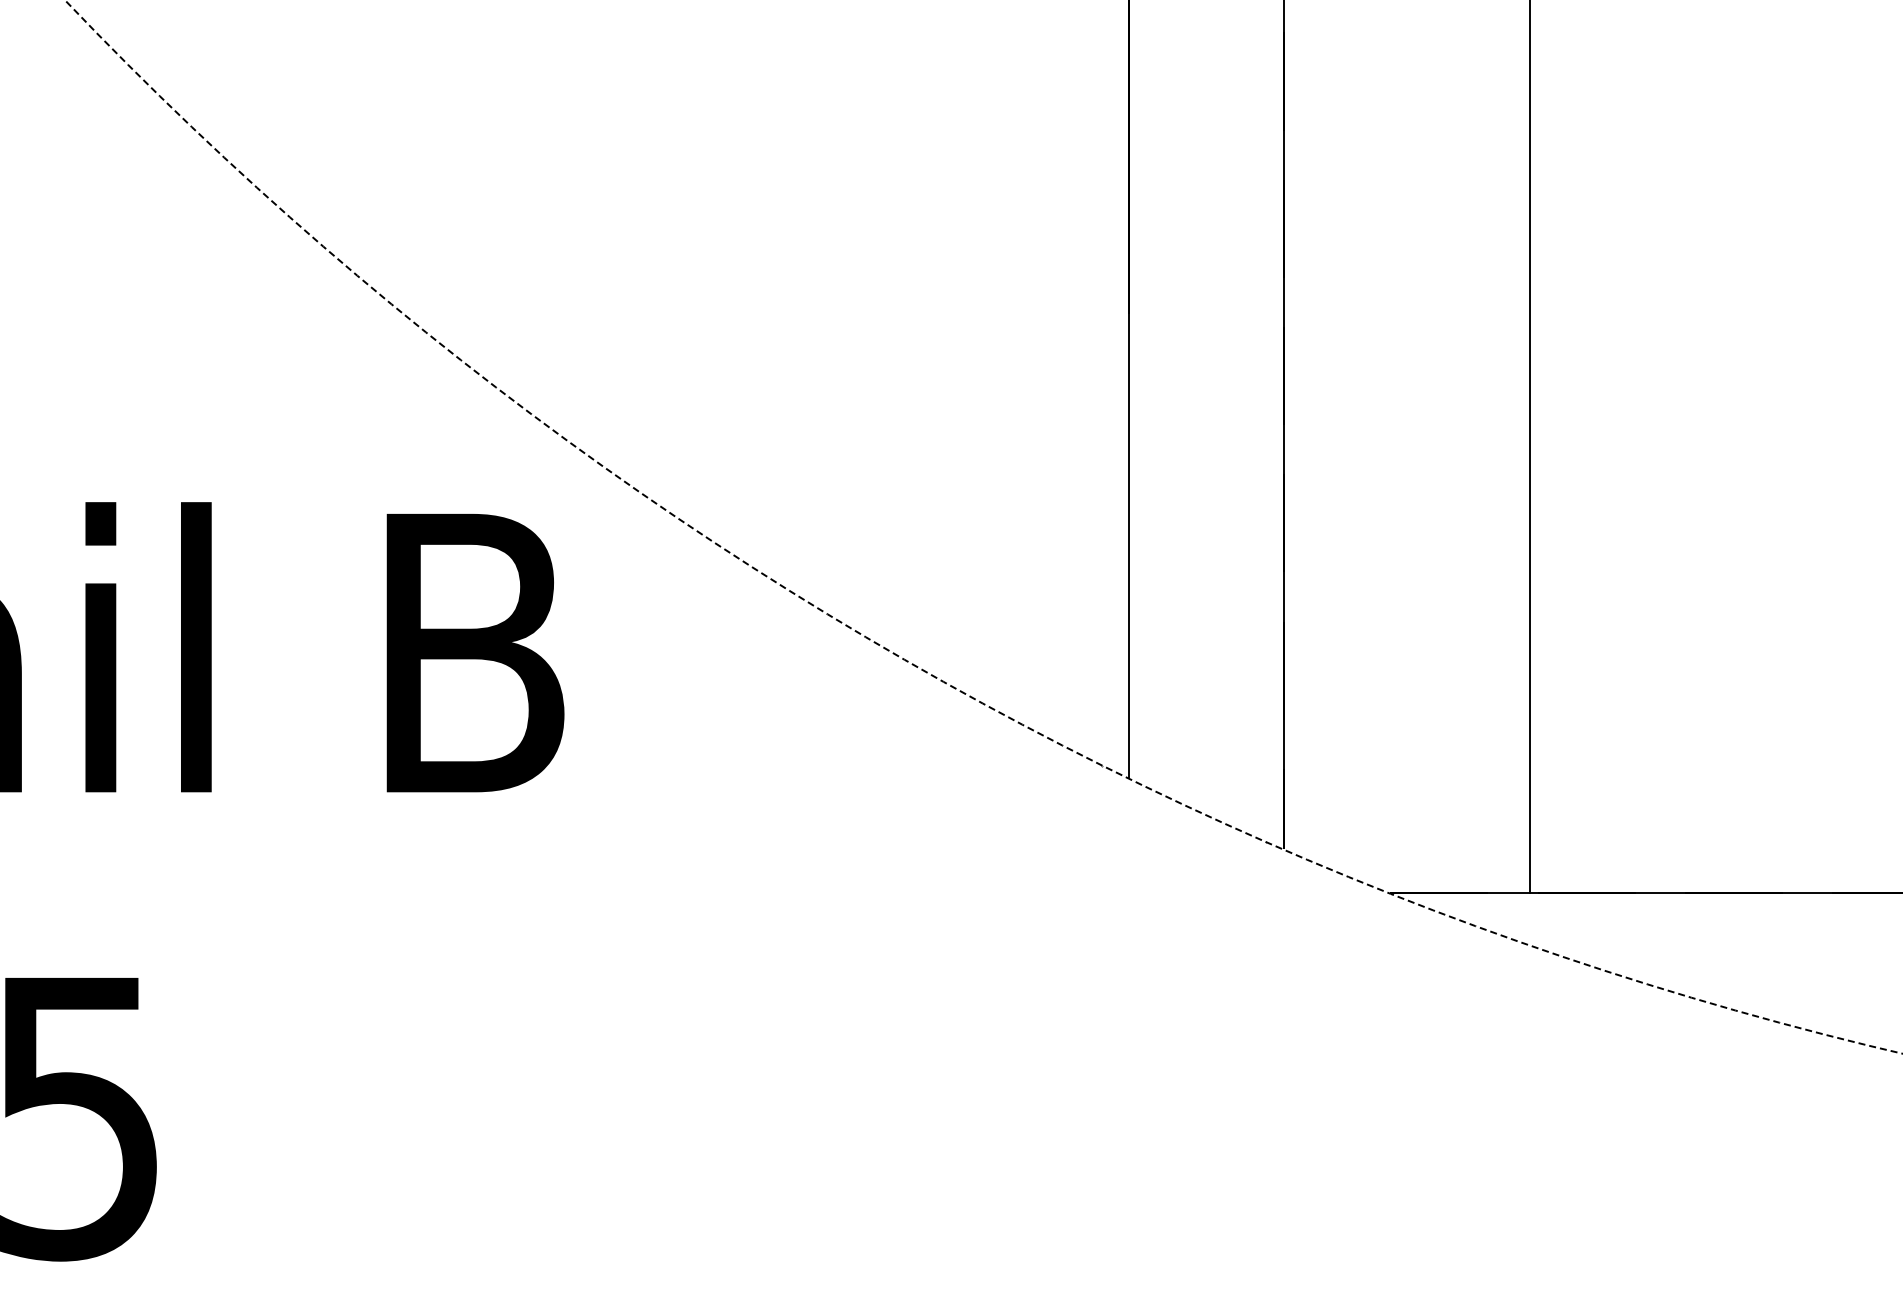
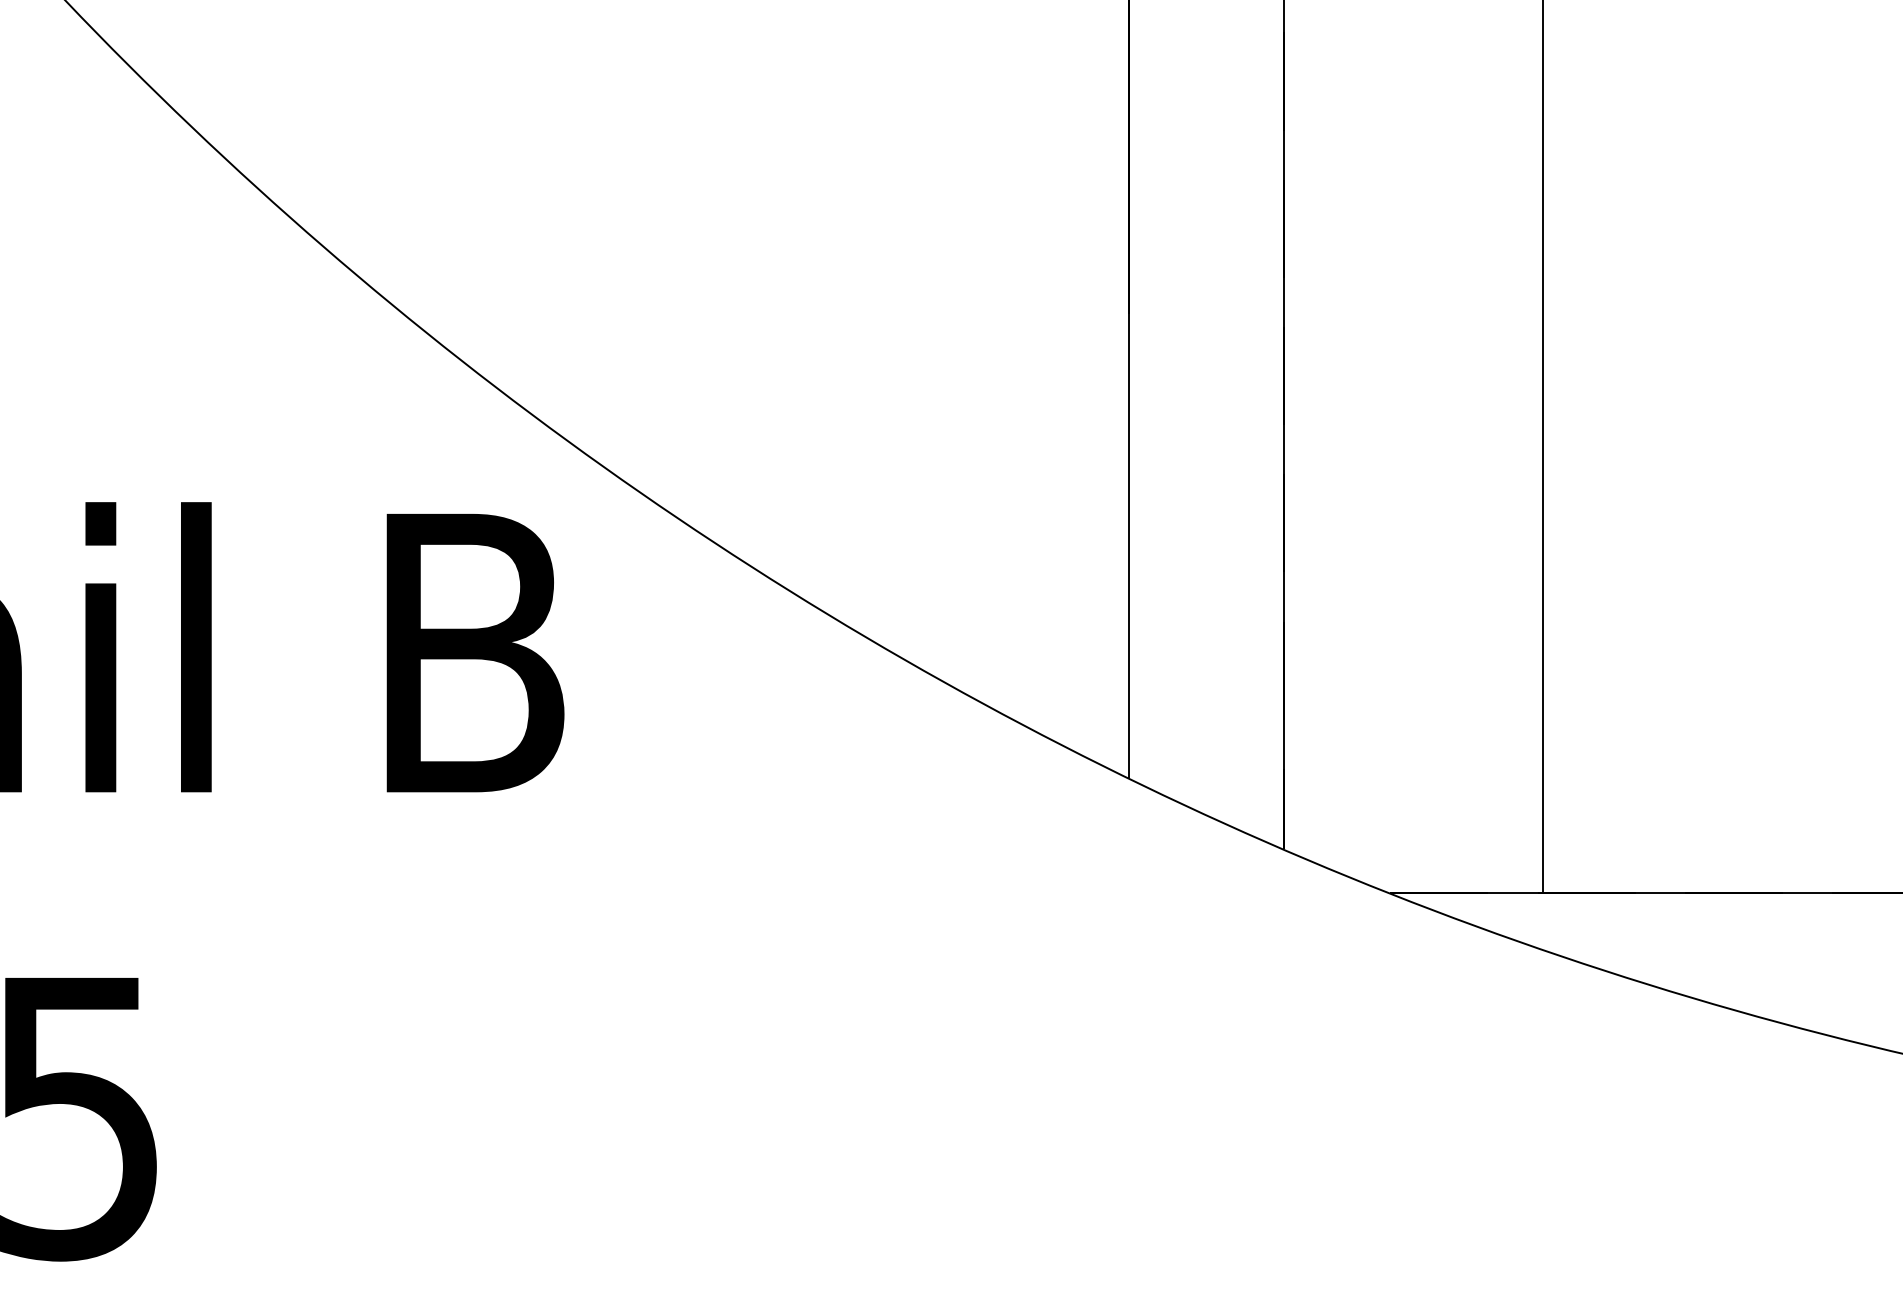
line at (1530, 447) position: (1530, 447) -> (1543, 447)
circle at (983, 526): dashed -> solid
